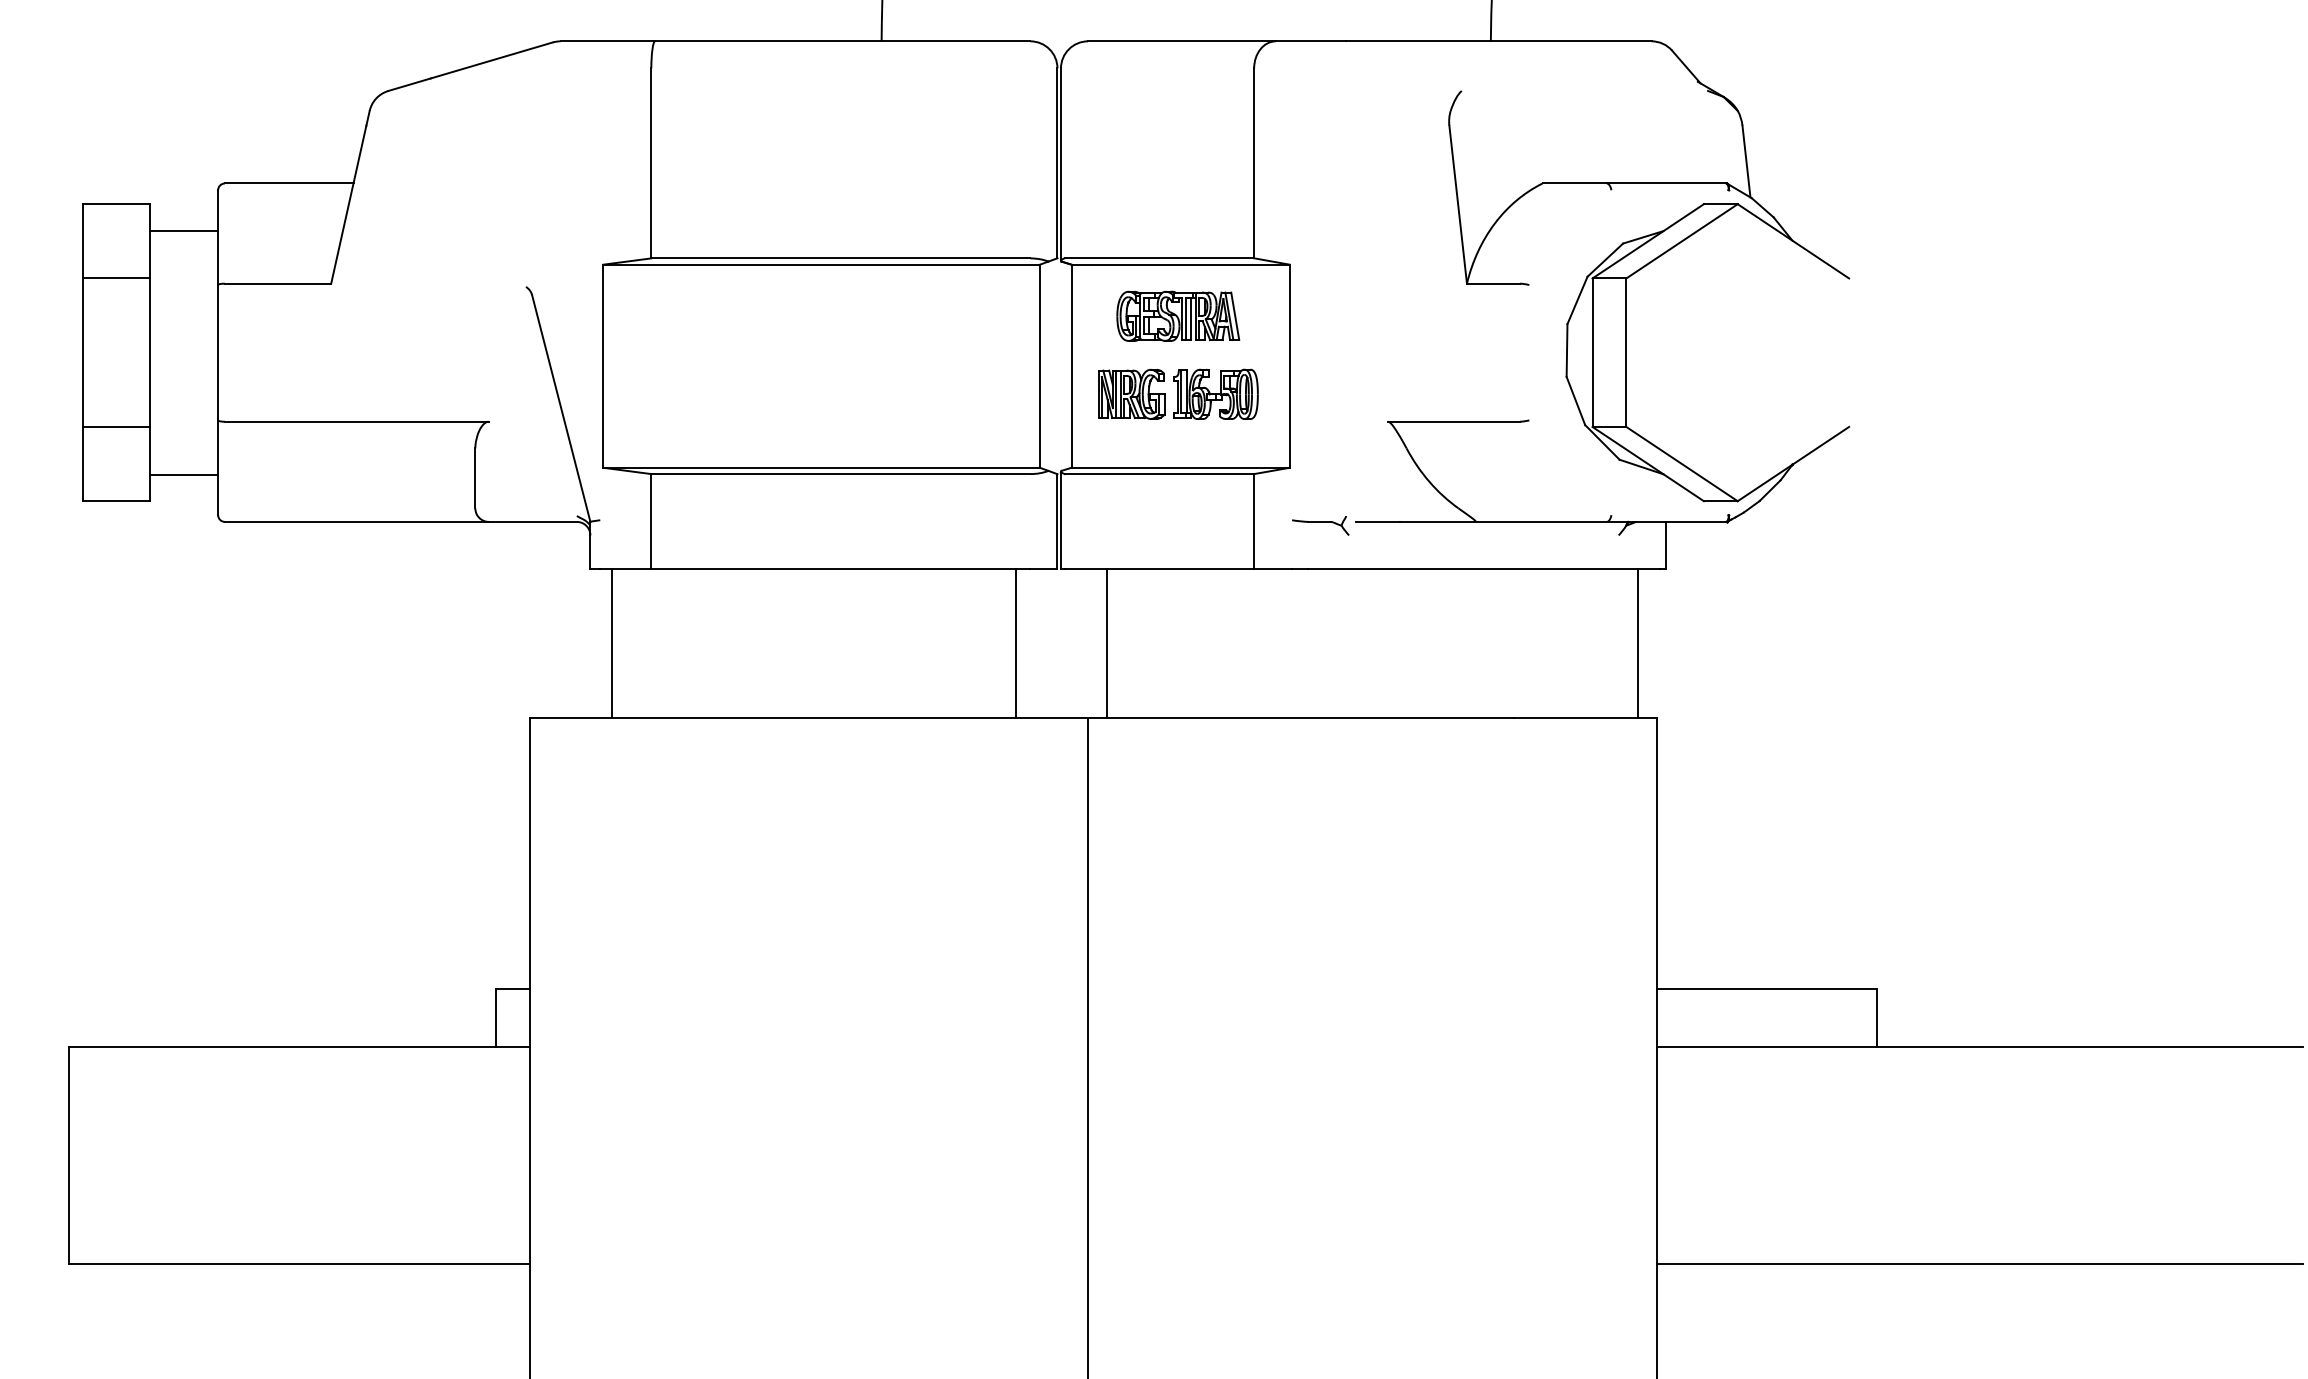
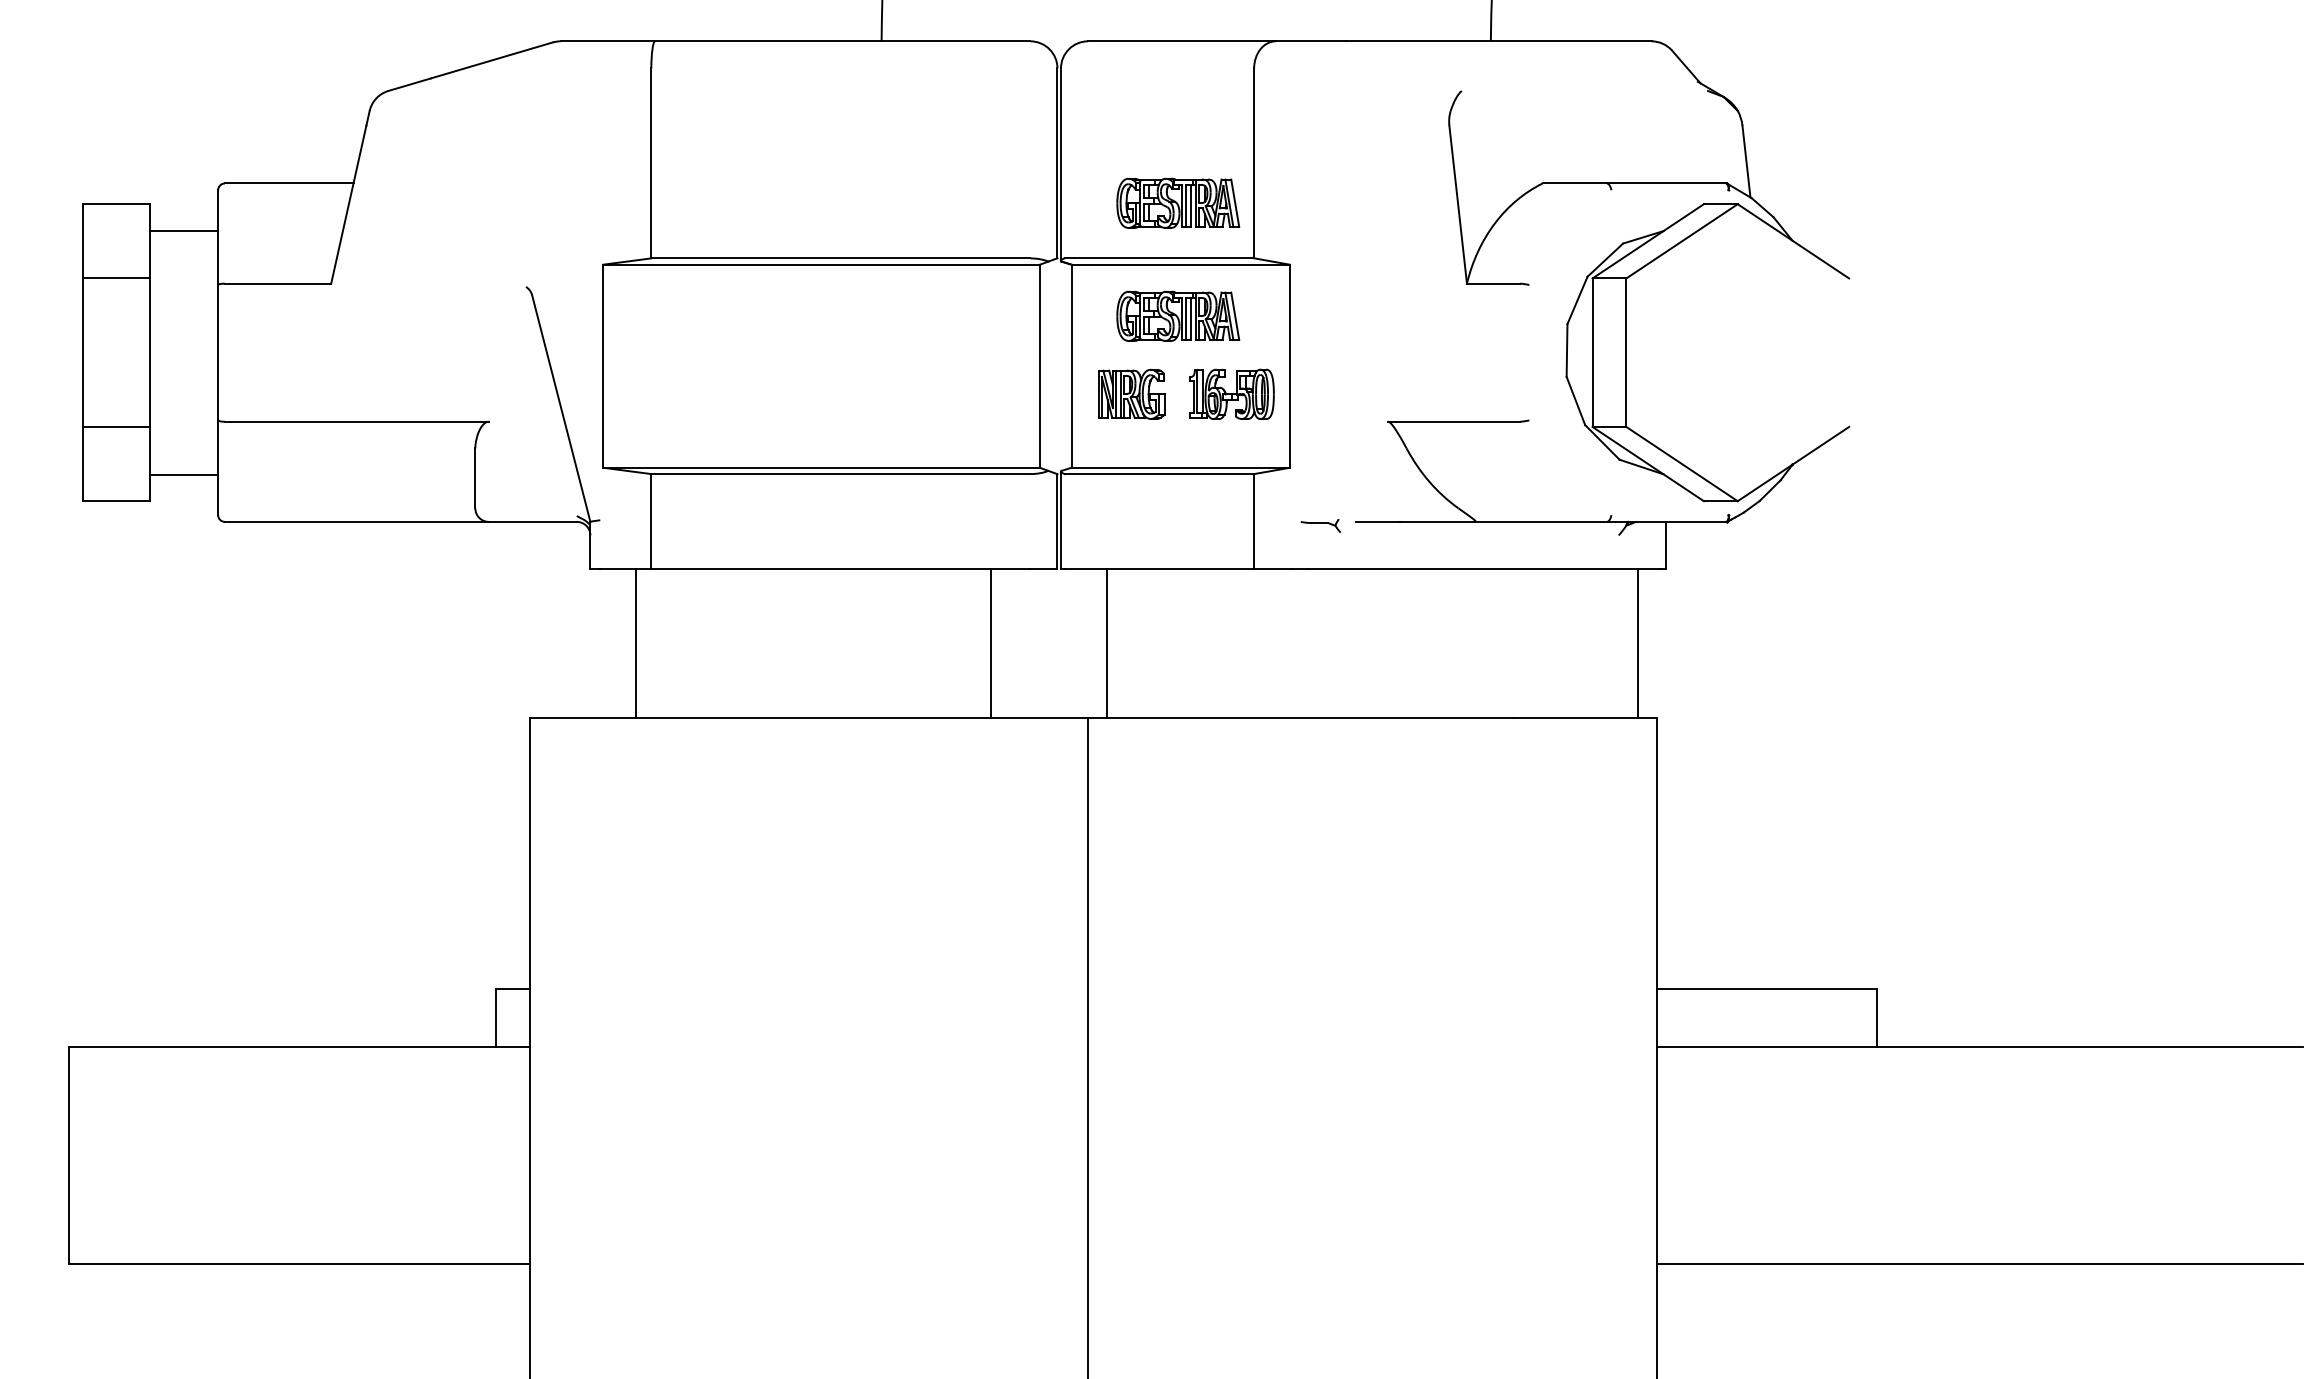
part at (1178, 202): none -> present
part at (1215, 393) position: (1215, 393) -> (1231, 393)
part at (1320, 525) size: 58x20 px -> 41x14 px
line at (612, 643) position: (612, 643) -> (636, 643)
line at (1015, 643) position: (1015, 643) -> (990, 643)
